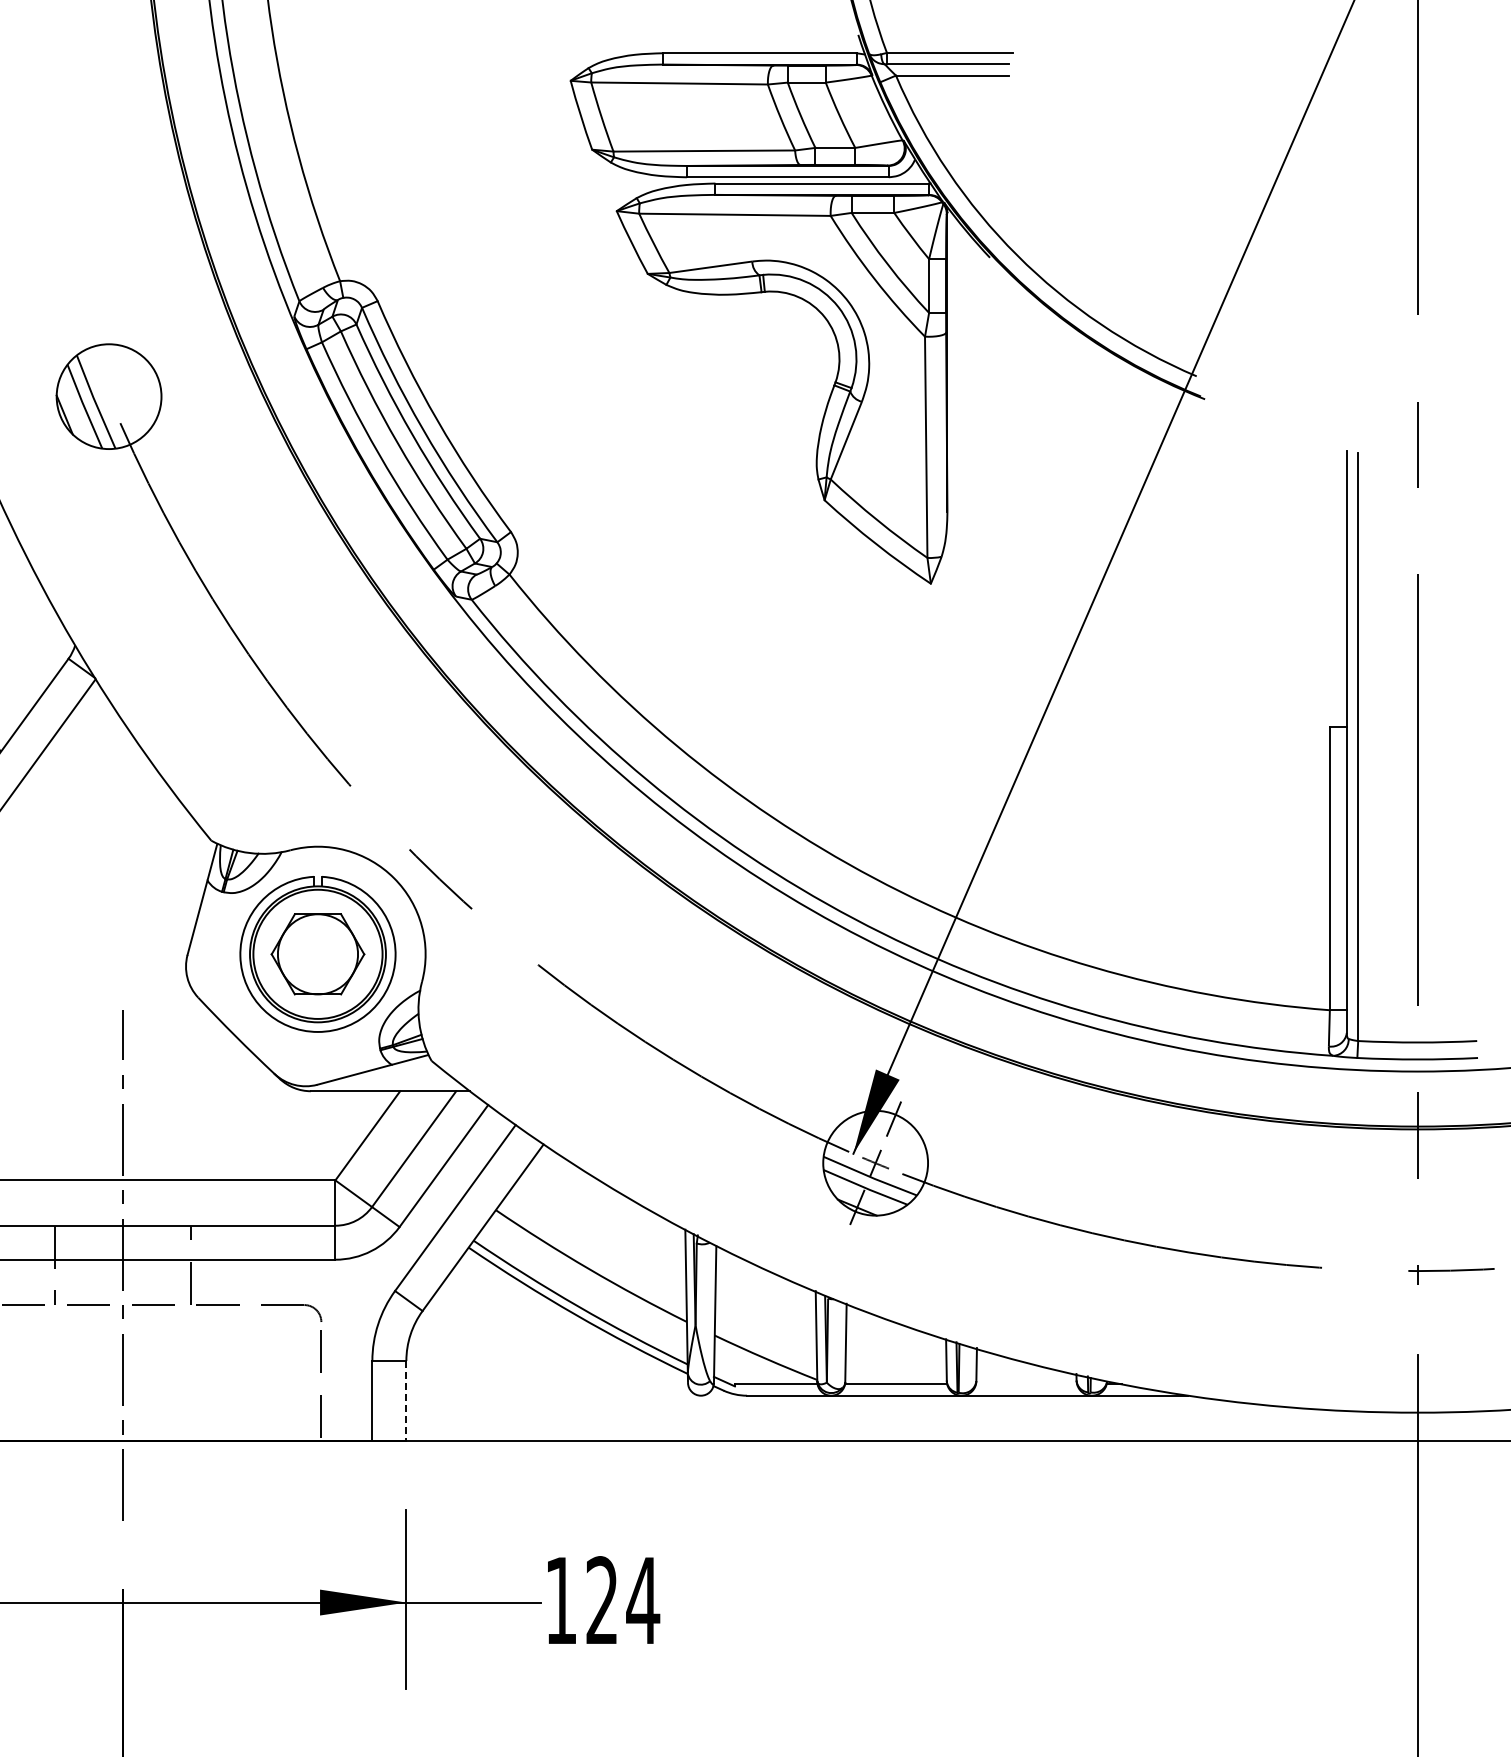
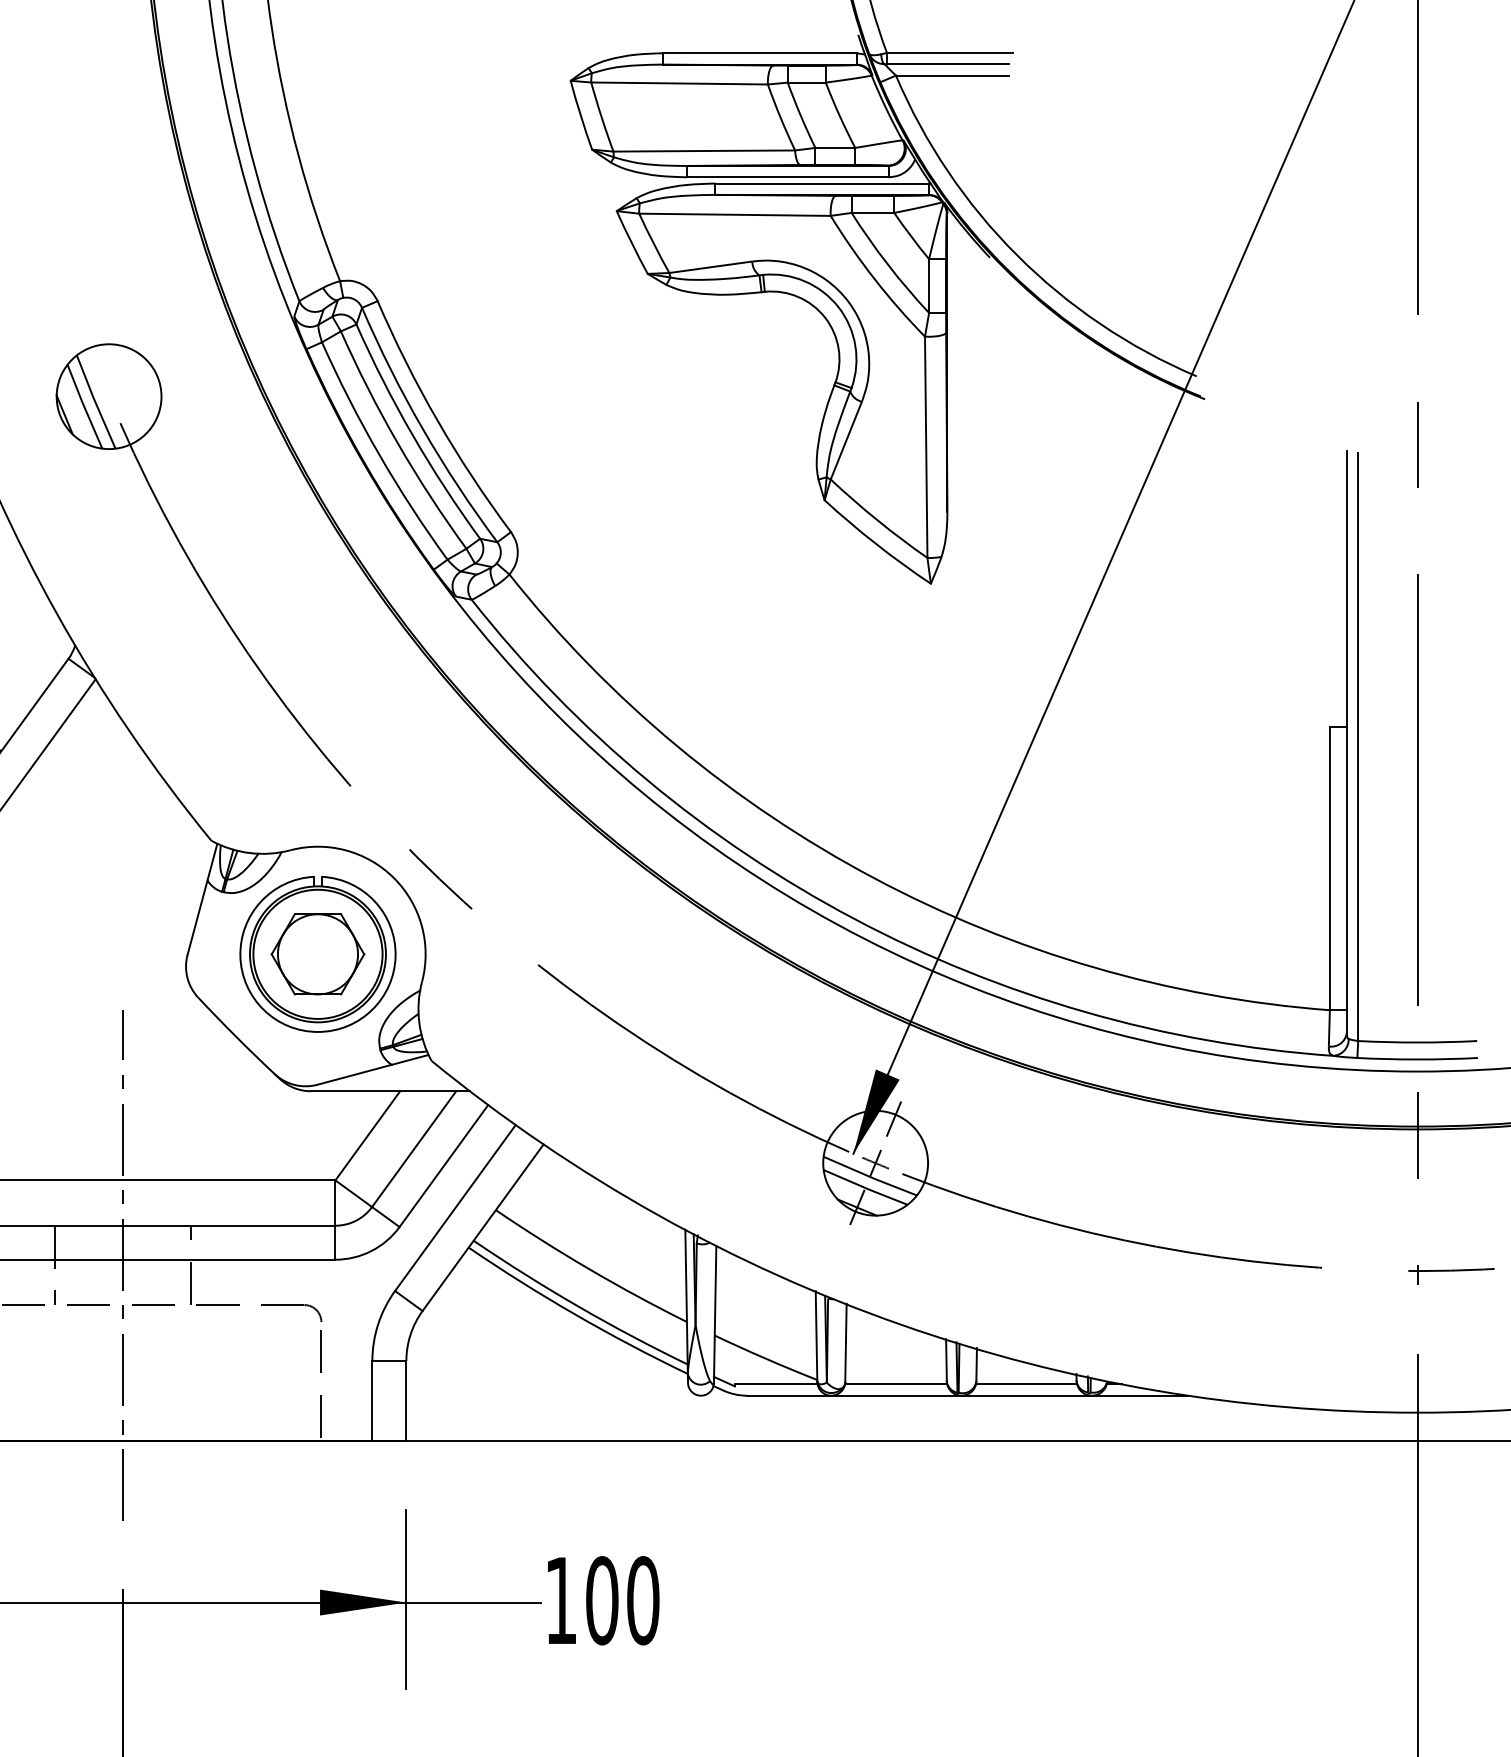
line at (1026, 1384): none -> present
line at (406, 1401): dashed -> solid
text at (623, 1600): 124 -> 100
